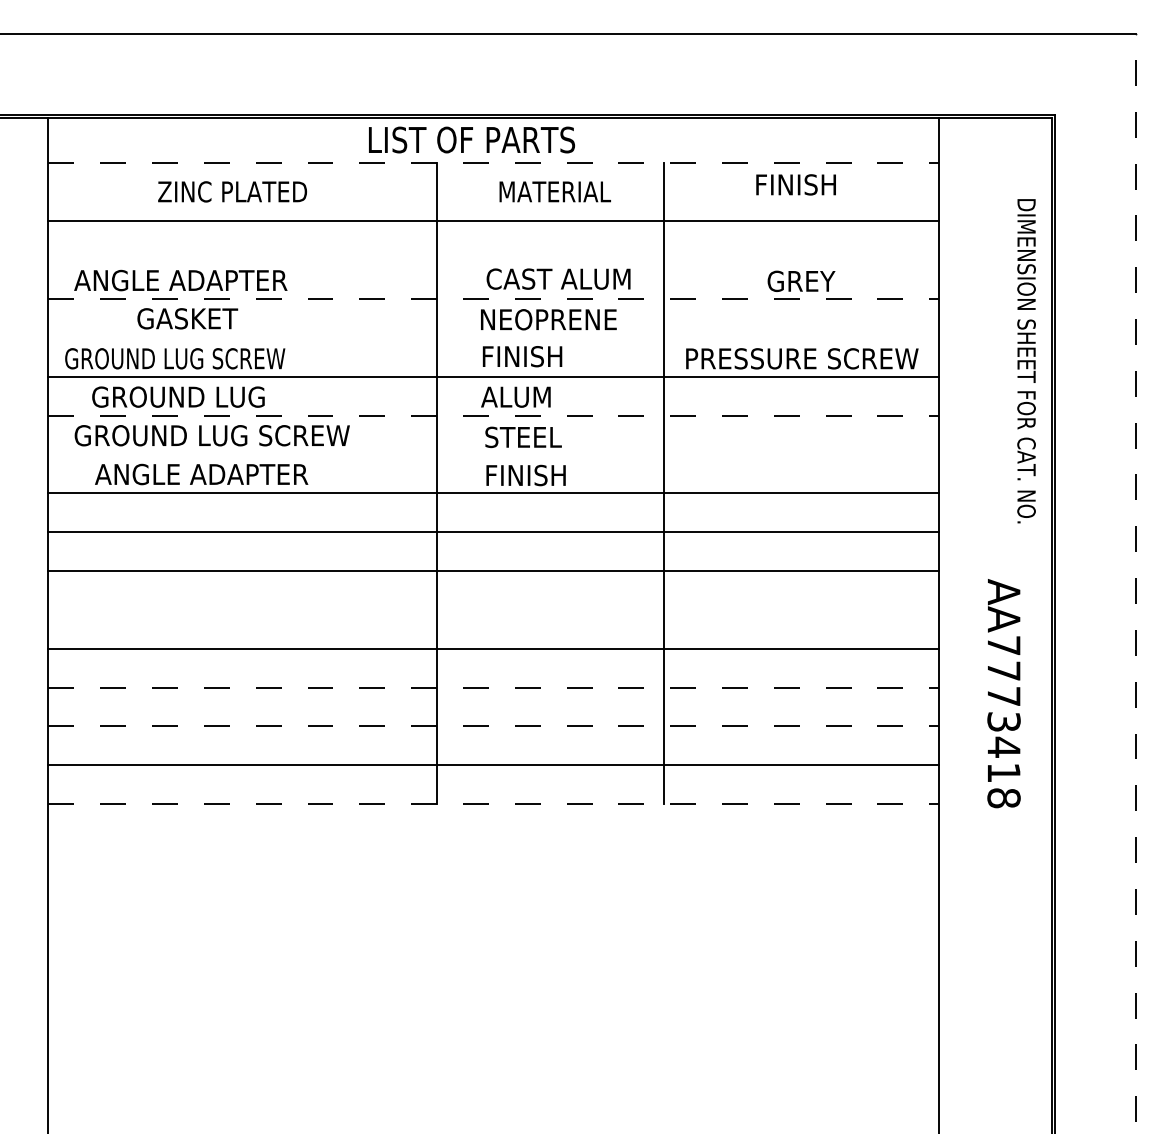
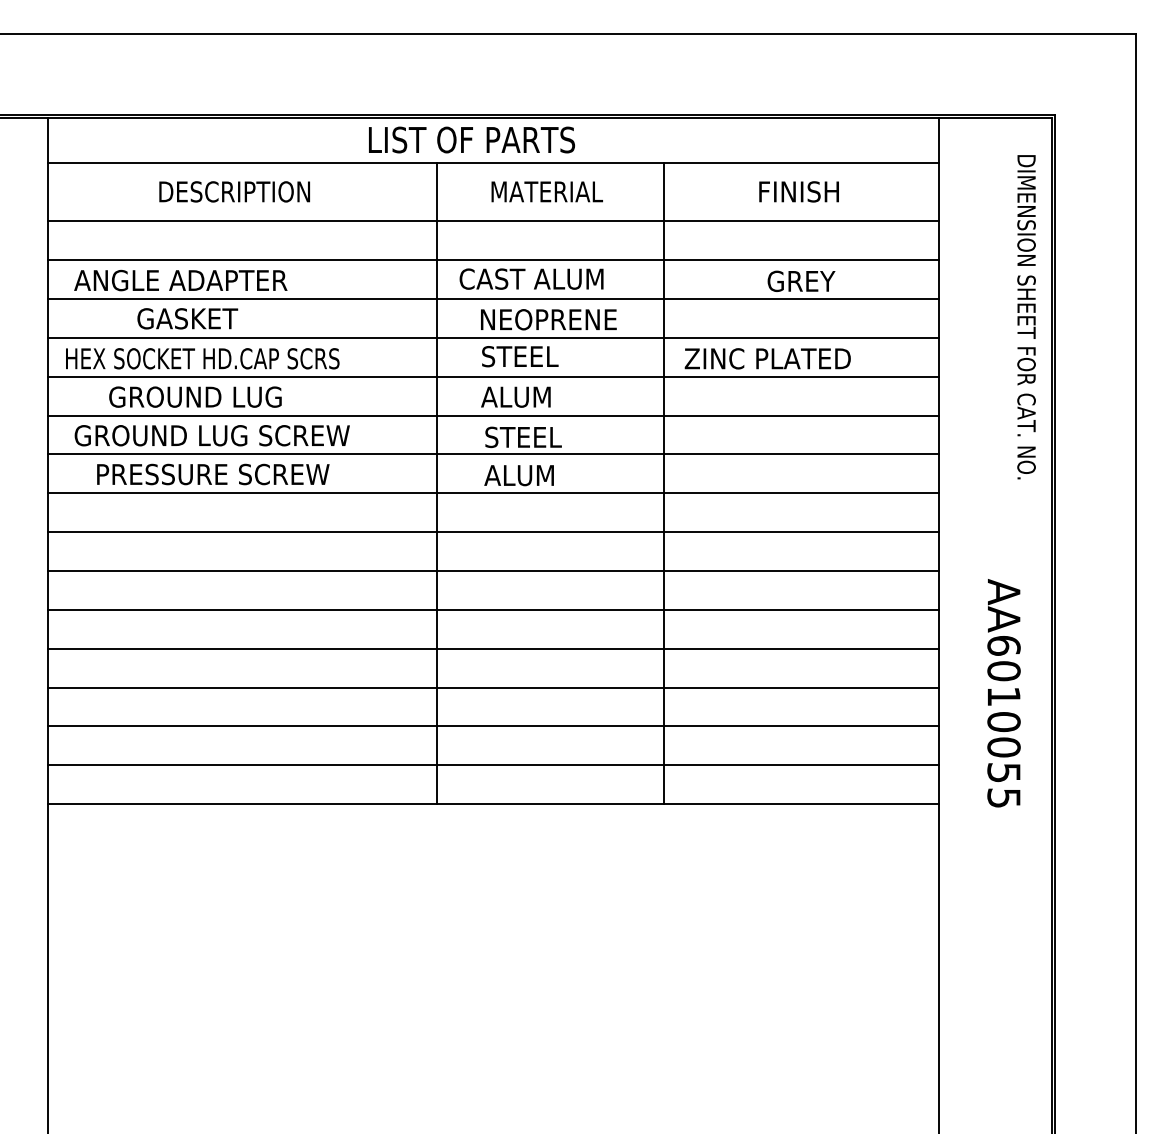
line at (494, 162): dashed -> solid
text at (795, 184) position: (795, 184) -> (798, 191)
text at (234, 191): ZINC PLATED -> DESCRIPTION
text at (554, 191) position: (554, 191) -> (546, 191)
line at (493, 260): none -> present
text at (558, 278) position: (558, 278) -> (531, 278)
line at (494, 298): dashed -> solid
line at (493, 337): none -> present
text at (522, 356): FINISH -> STEEL
text at (202, 358): GROUND LUG SCREW -> HEX SOCKET HD.CAP SCRS
text at (801, 358): PRESSURE SCREW -> ZINC PLATED
text at (1026, 361) position: (1026, 361) -> (1026, 317)
text at (178, 396) position: (178, 396) -> (195, 396)
line at (494, 415): dashed -> solid
line at (493, 454): none -> present
text at (212, 474): ANGLE ADAPTER -> PRESSURE SCREW
text at (524, 475): FINISH -> ALUM
line at (1135, 584): dashed -> solid
line at (493, 609): none -> present
line at (494, 687): dashed -> solid
text at (1003, 722): AA7773418 -> AA6010055
line at (494, 726): dashed -> solid
line at (494, 804): dashed -> solid
